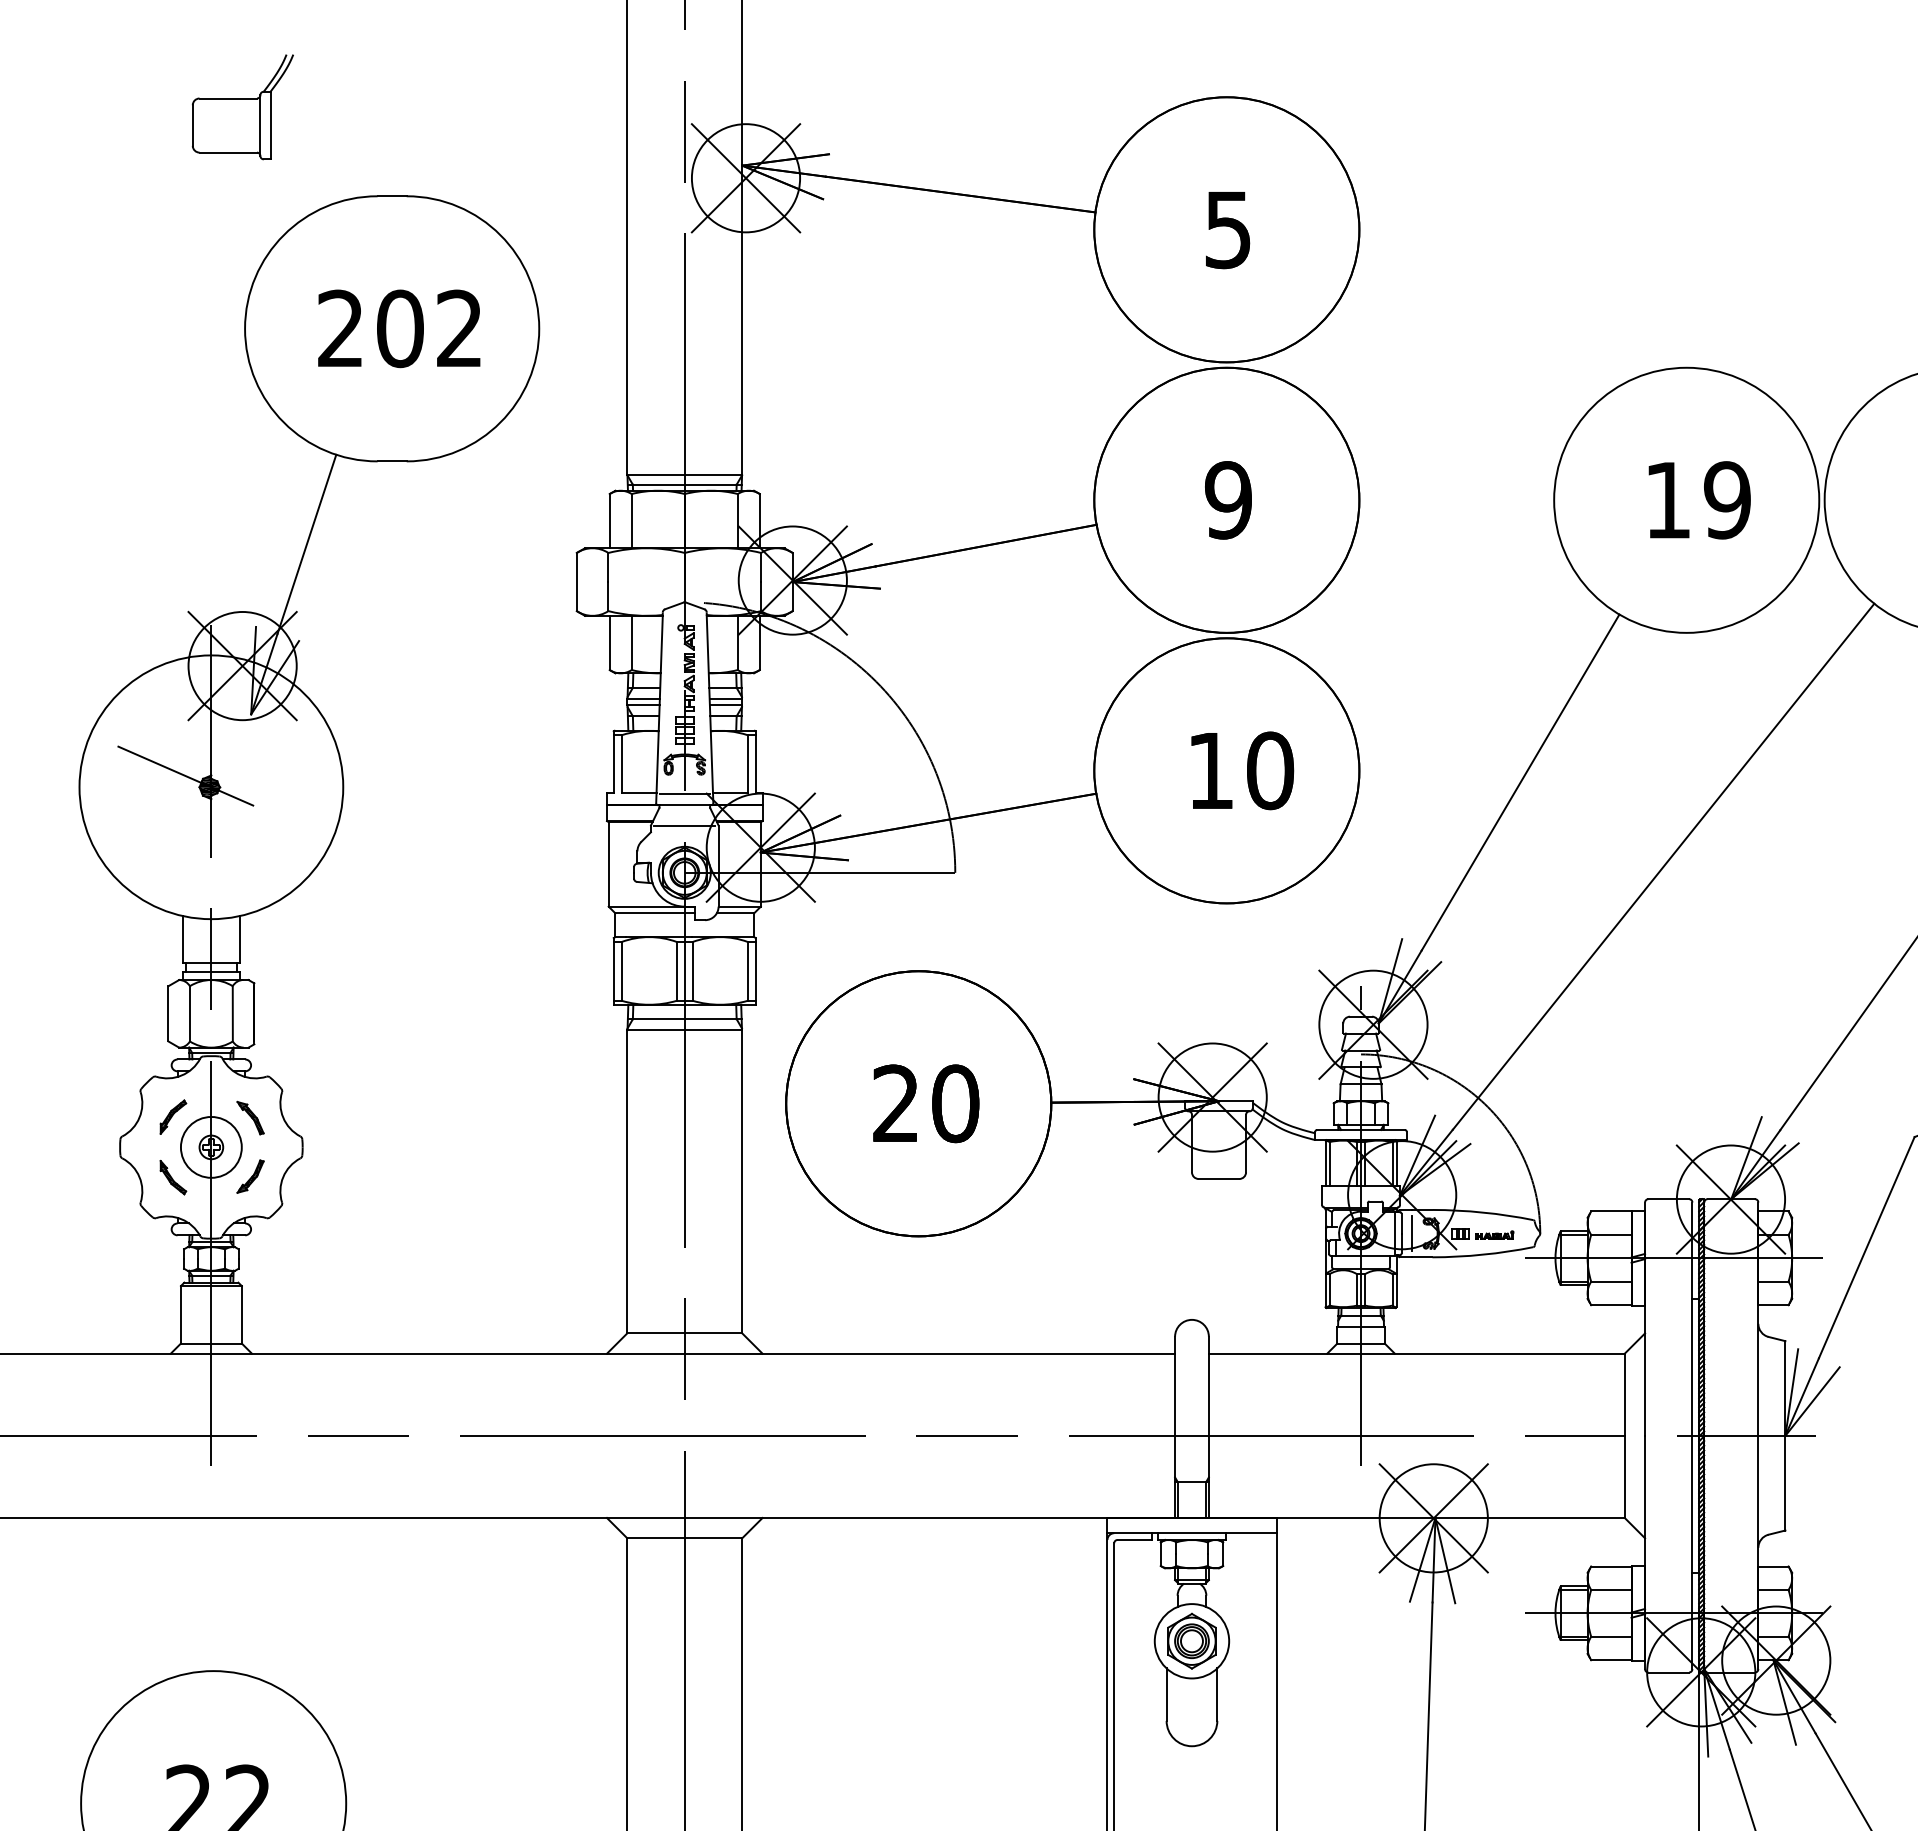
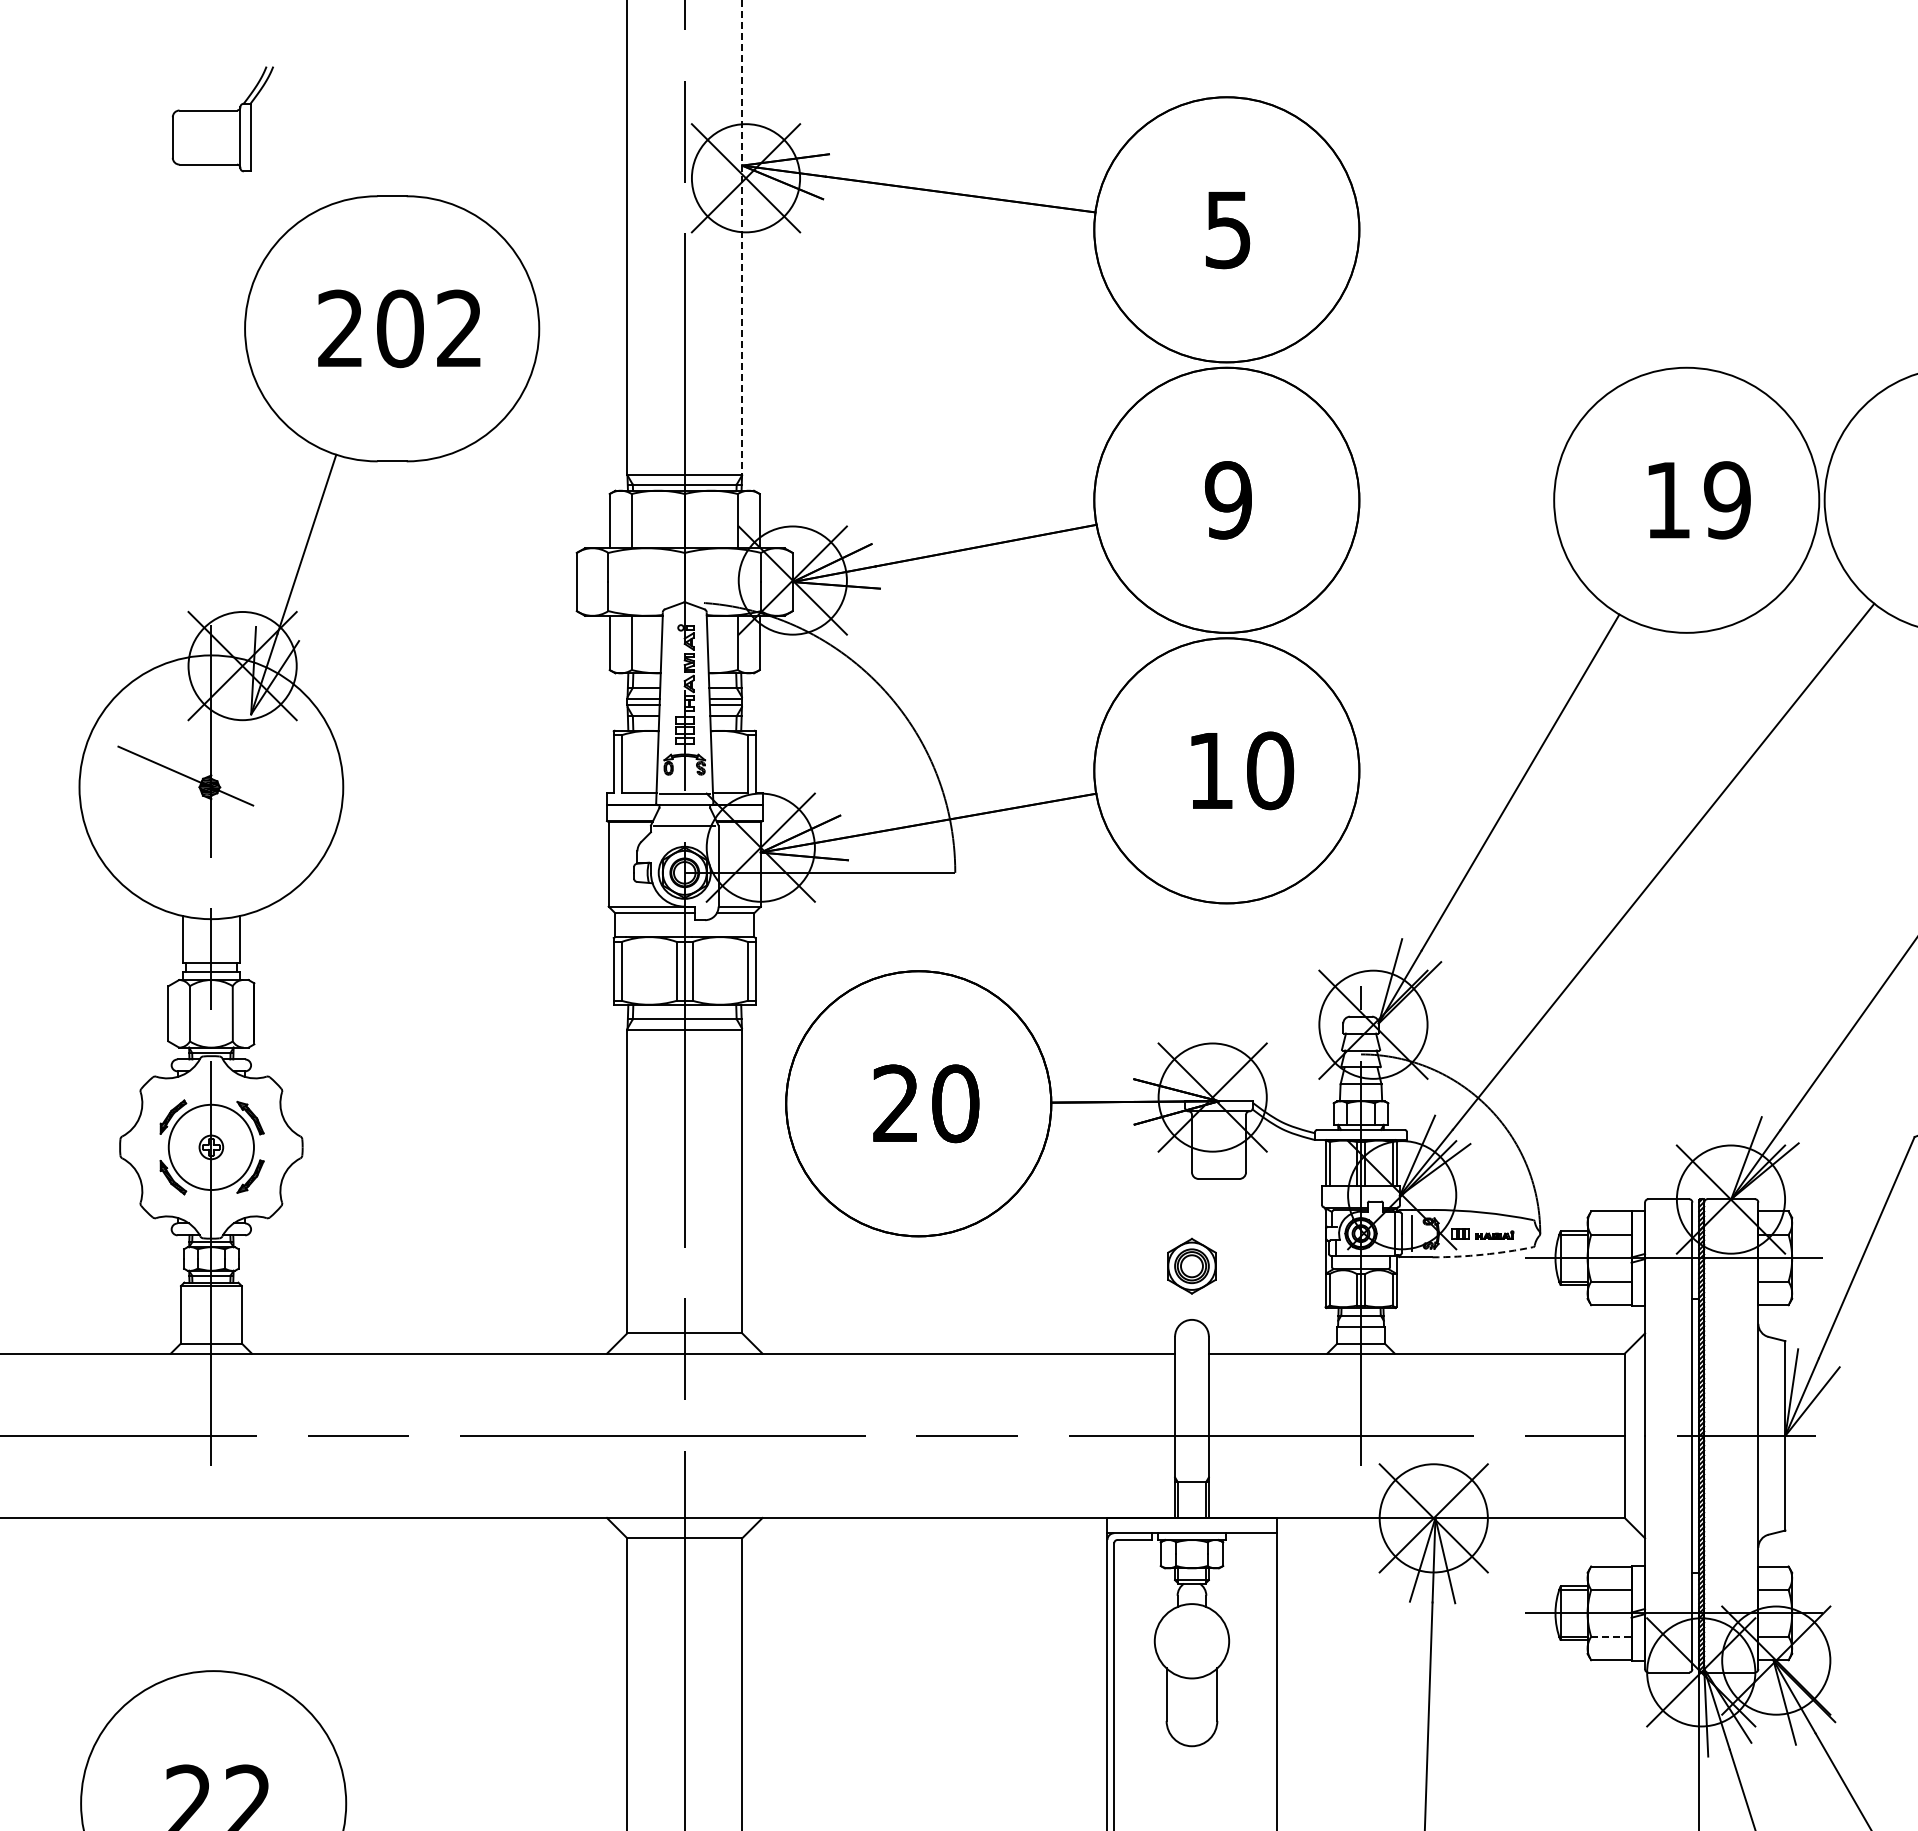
part at (242, 107) position: (242, 107) -> (222, 119)
line at (742, 238): solid -> dashed
circle at (210, 1146) diameter: 61 px -> 85 px
arc at (1483, 1254): solid -> dashed
line at (1611, 1636): solid -> dashed
part at (1191, 1640) position: (1191, 1640) -> (1191, 1265)
